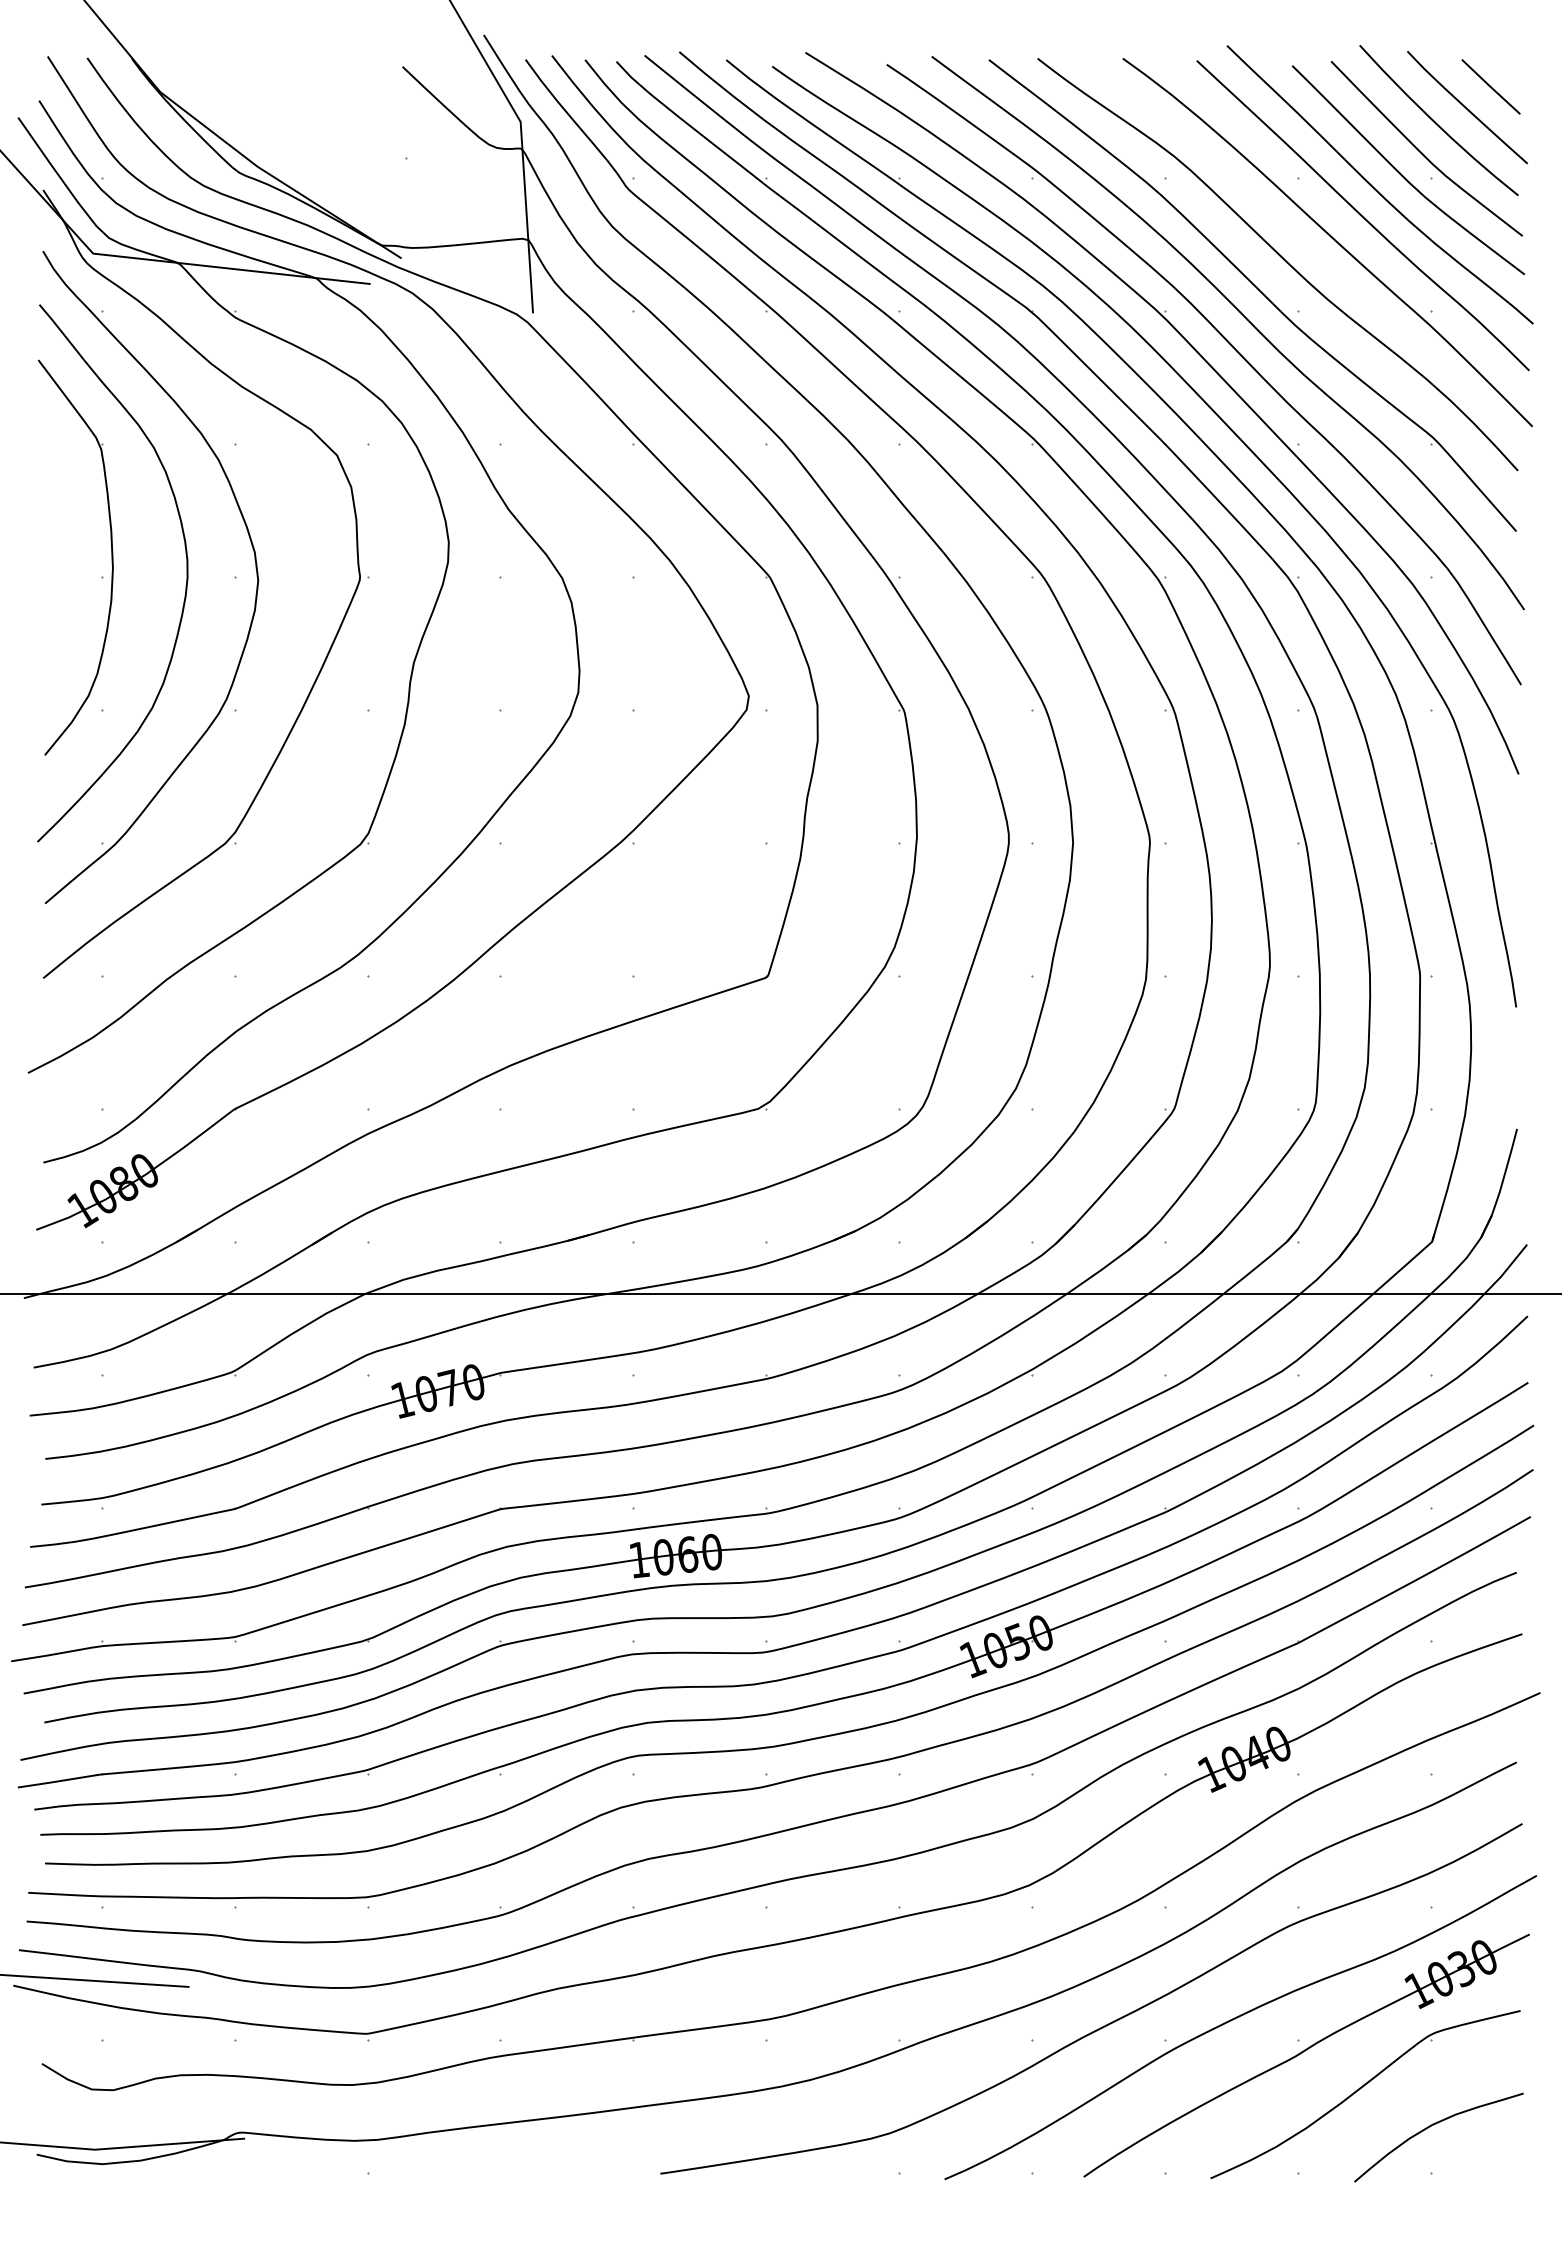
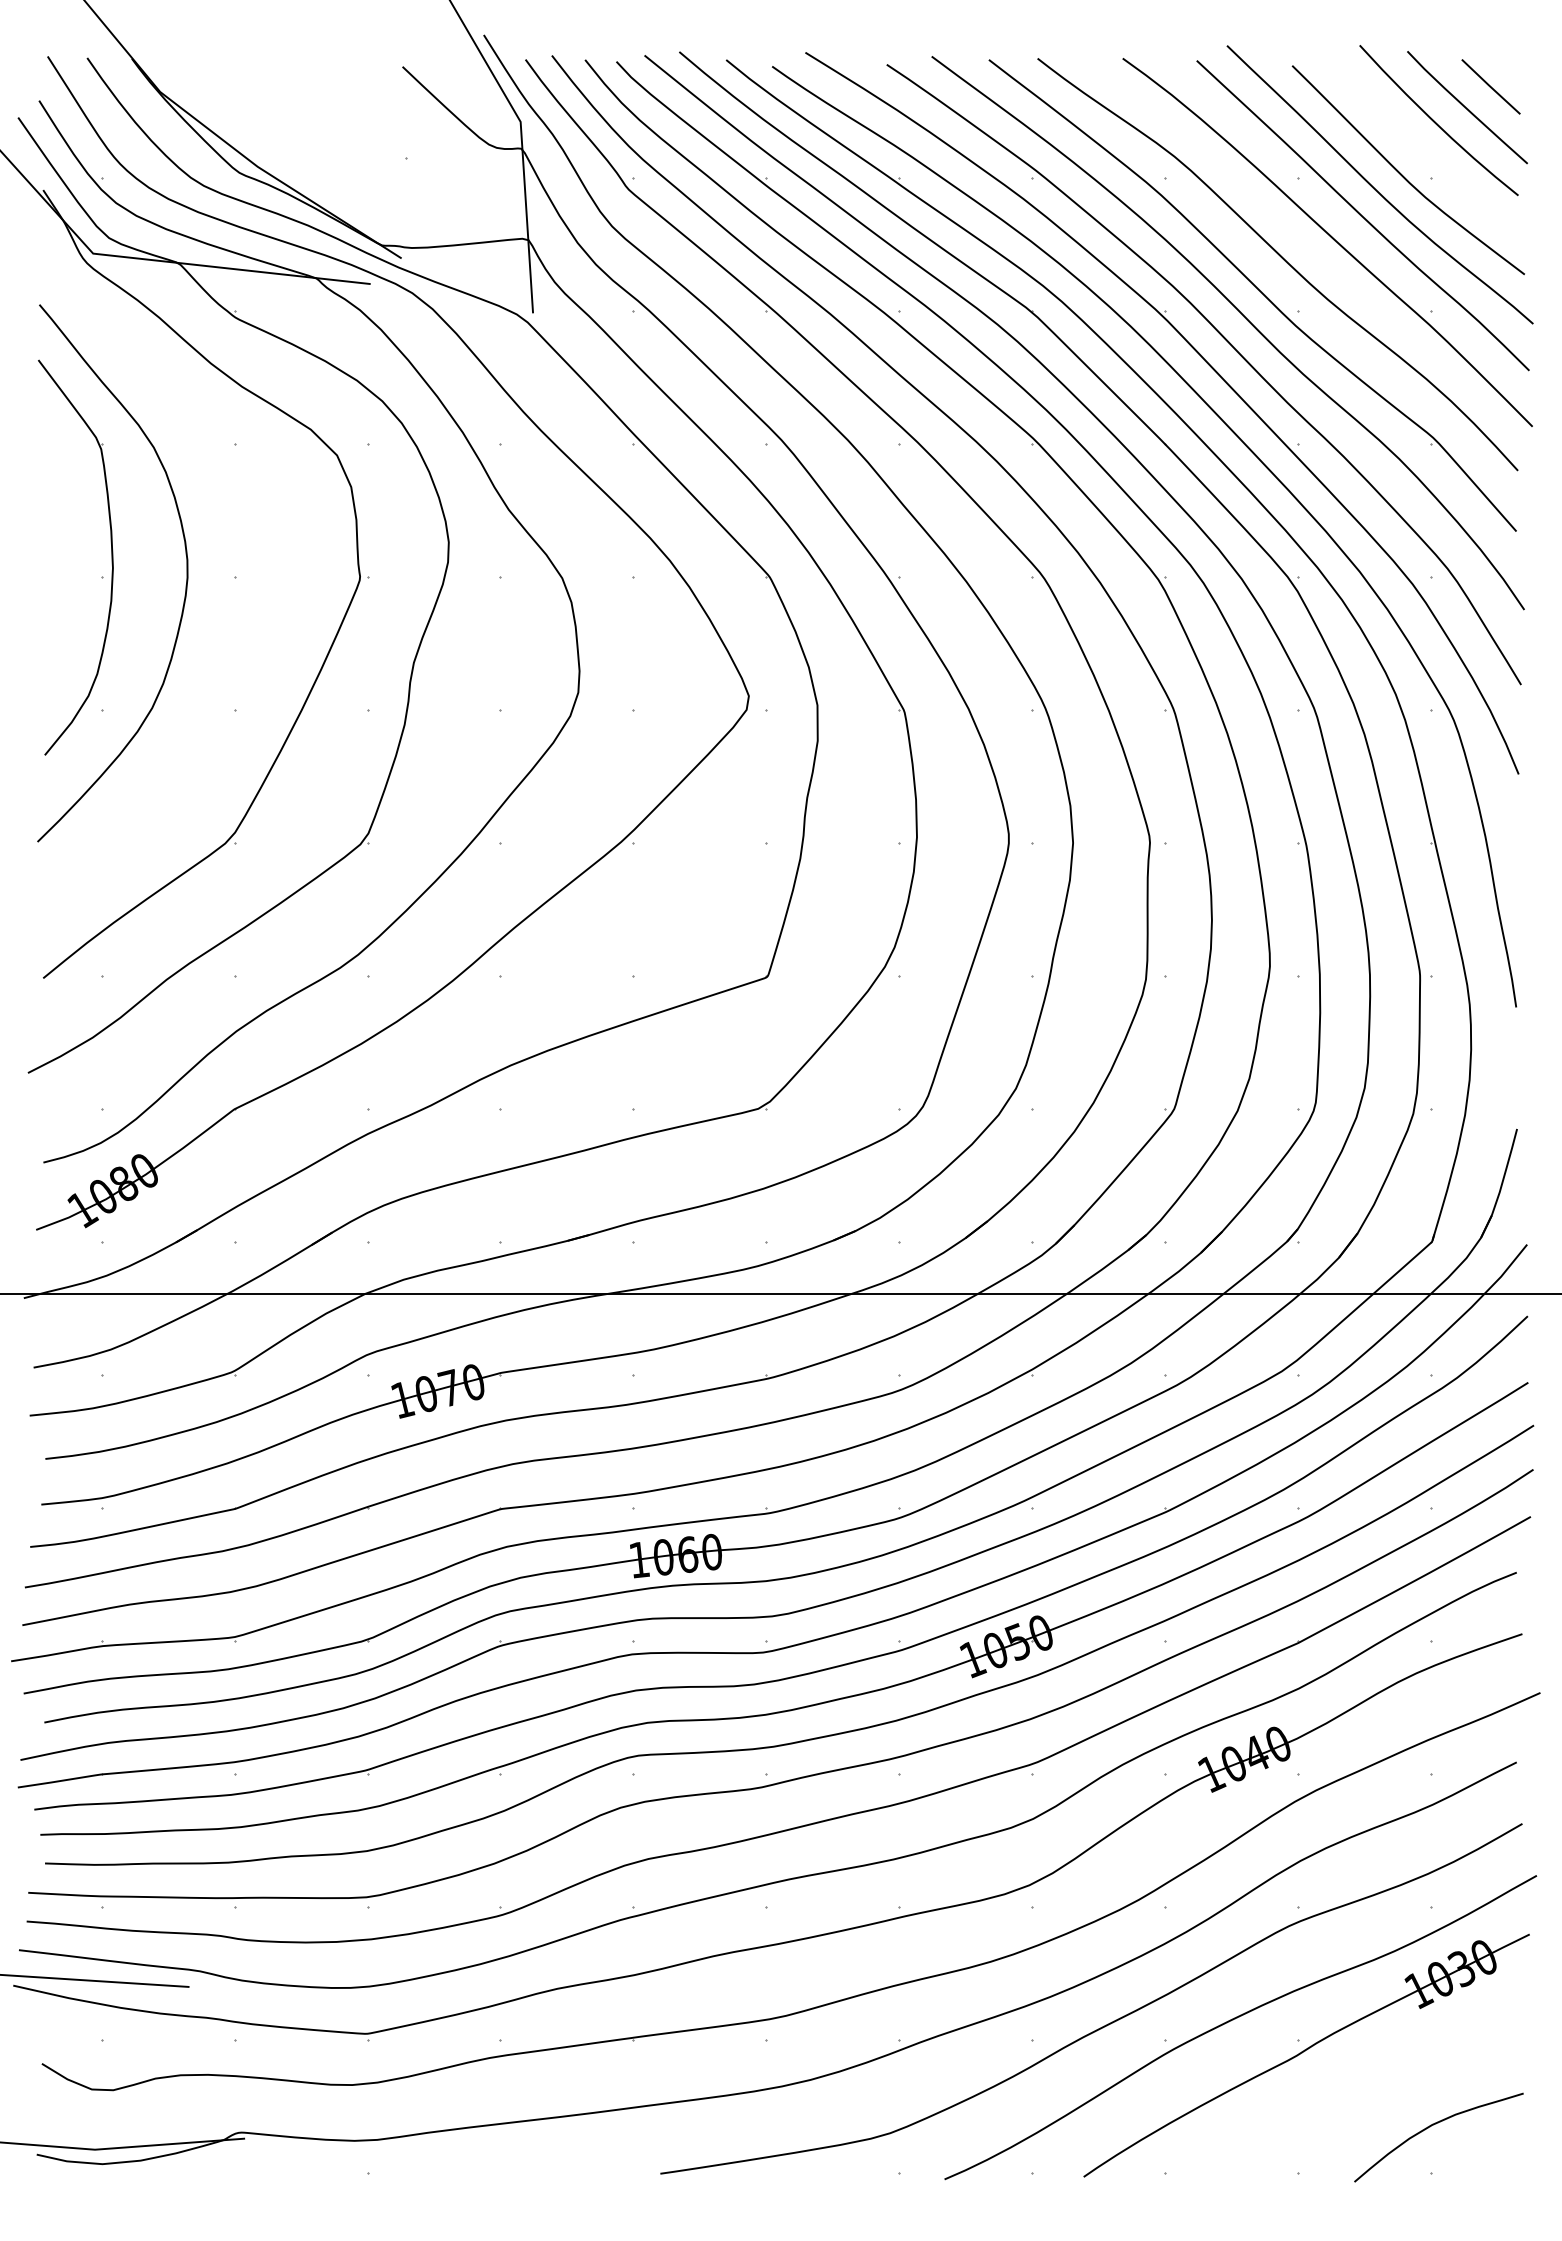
curve at (1422, 152): present -> none
part at (254, 560): present -> none
part at (1360, 2089): present -> none
